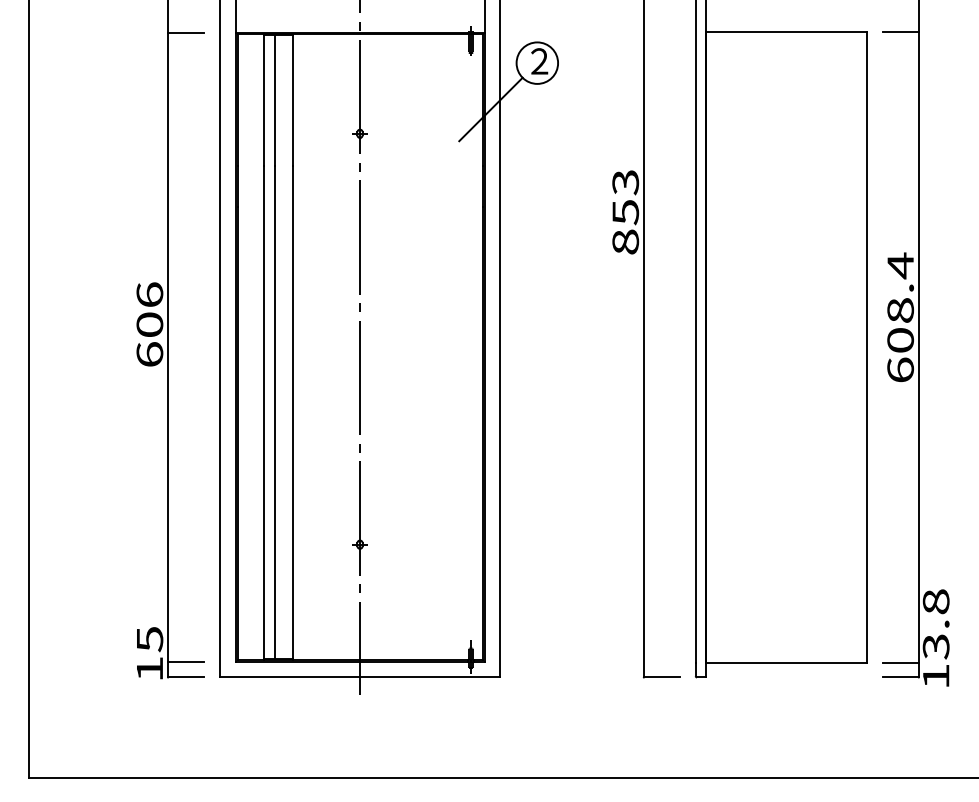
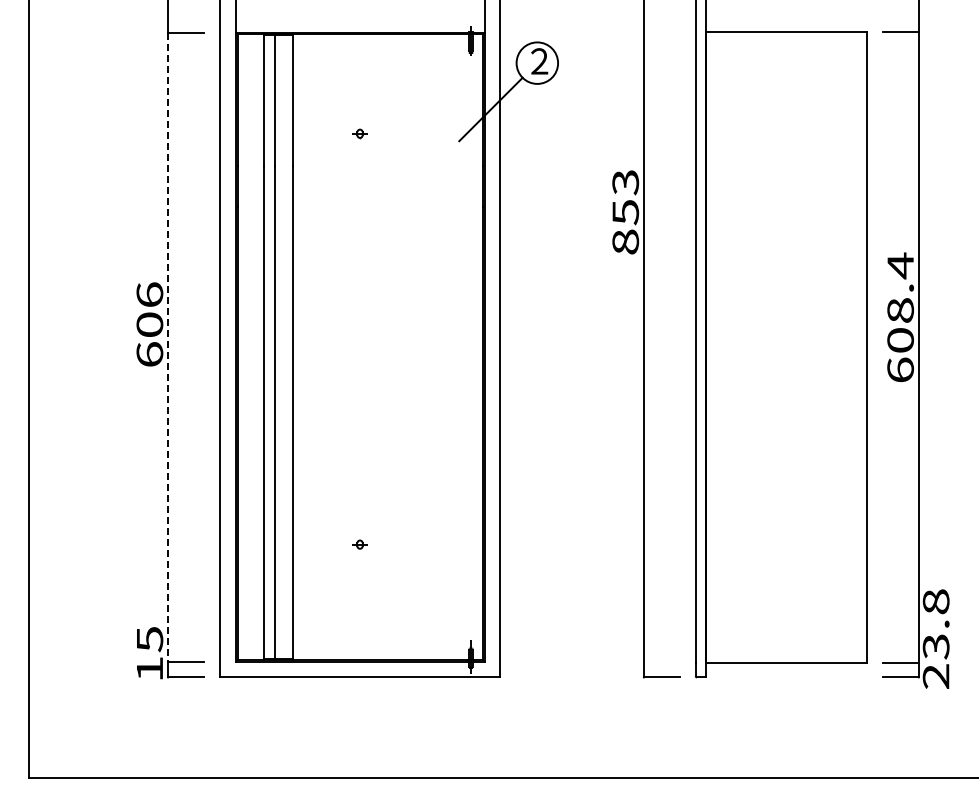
line at (168, 348): solid -> dashed
line at (360, 348): present -> none
text at (935, 676): 13.8 -> 23.8
